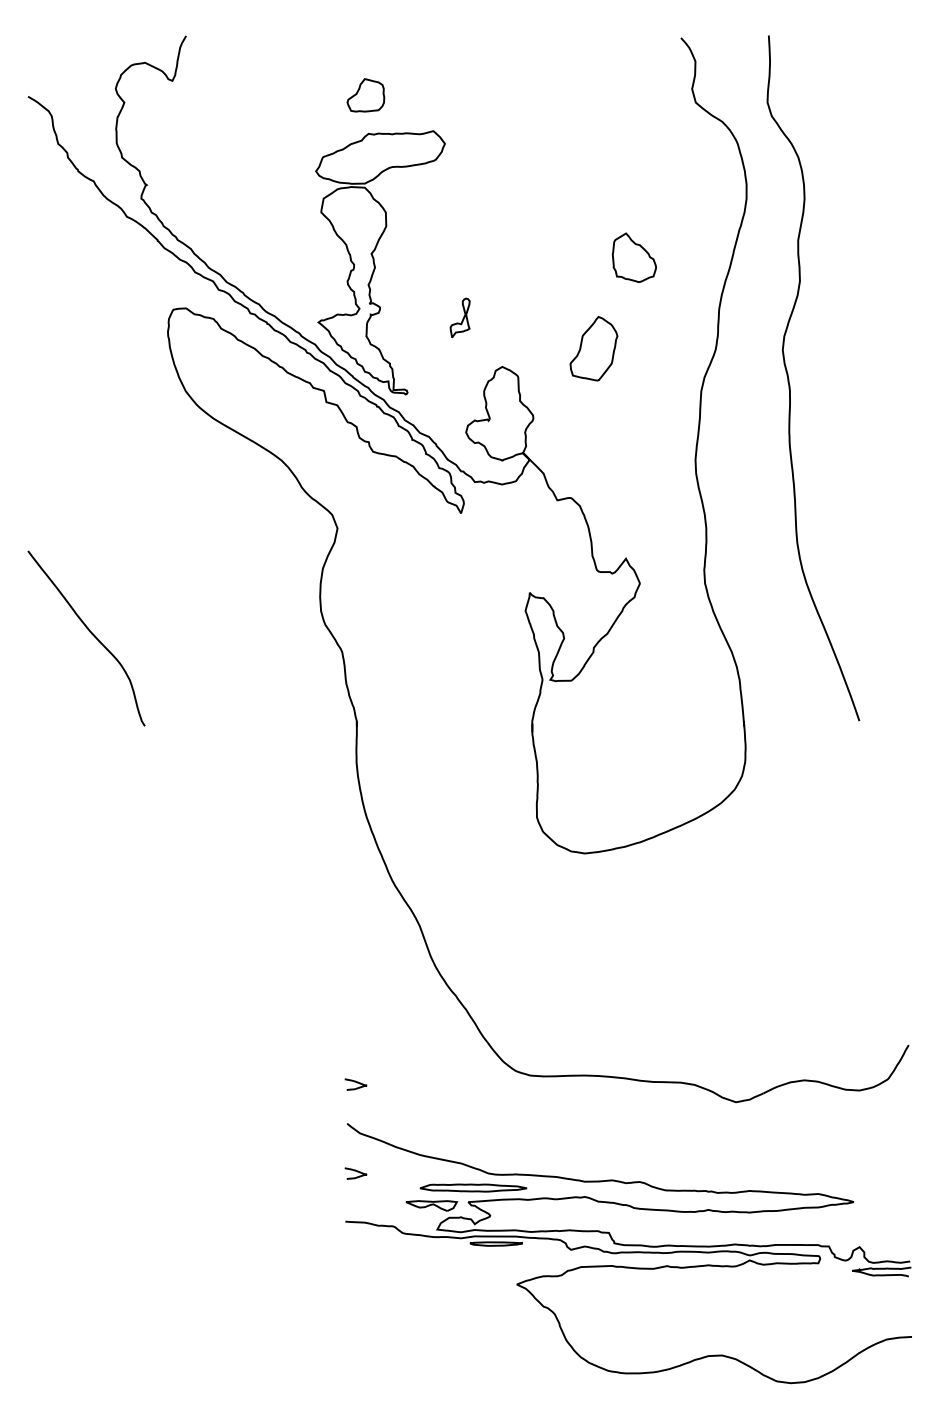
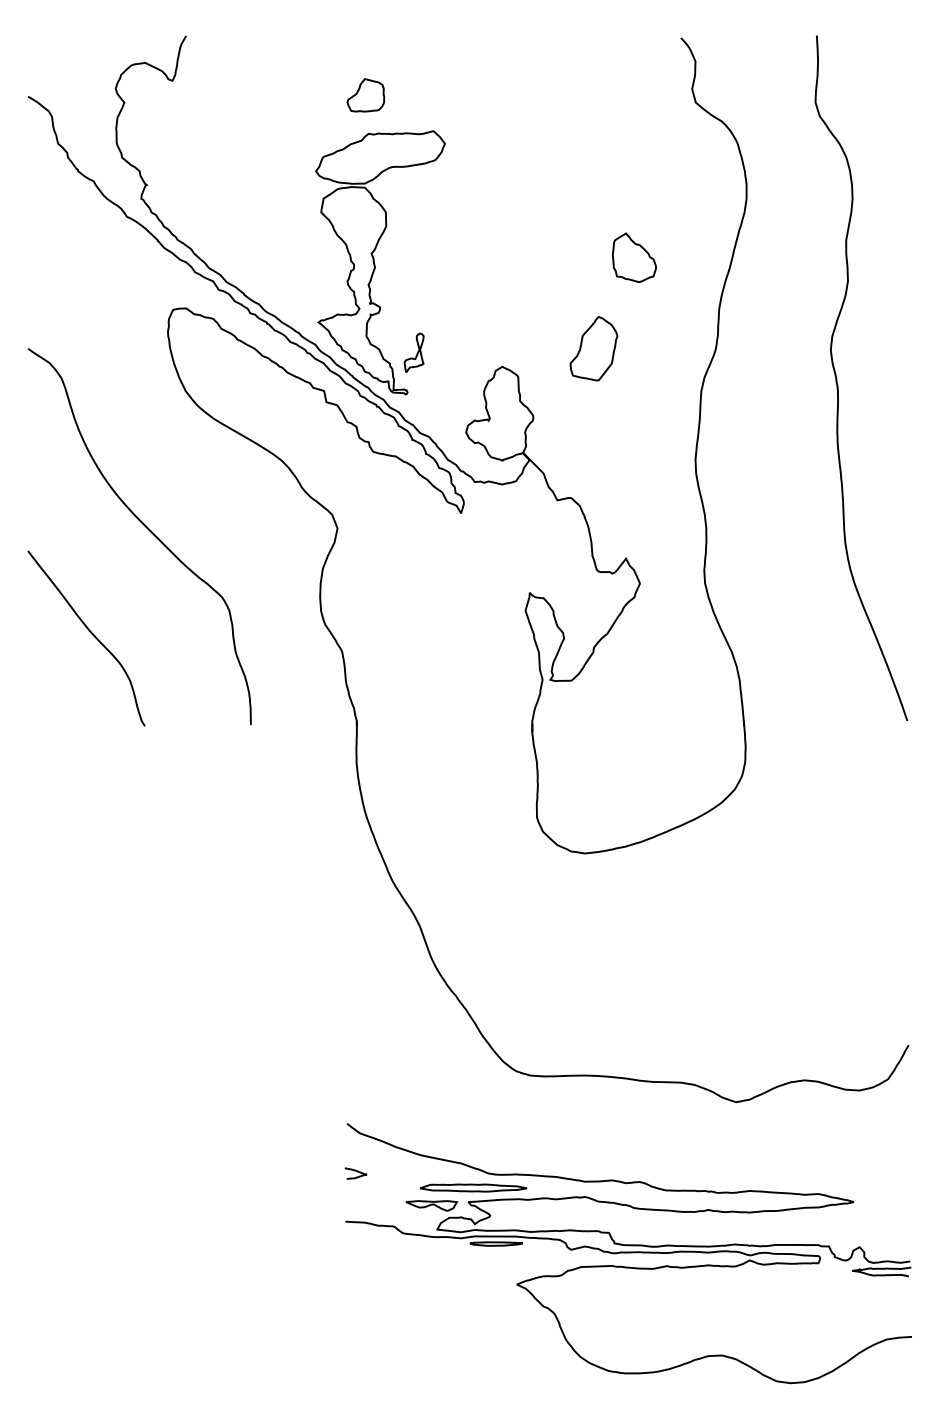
part at (459, 317) position: (459, 317) -> (413, 352)
curve at (789, 378) position: (789, 378) -> (837, 378)
curve at (146, 528): none -> present
curve at (355, 1082): present -> none
